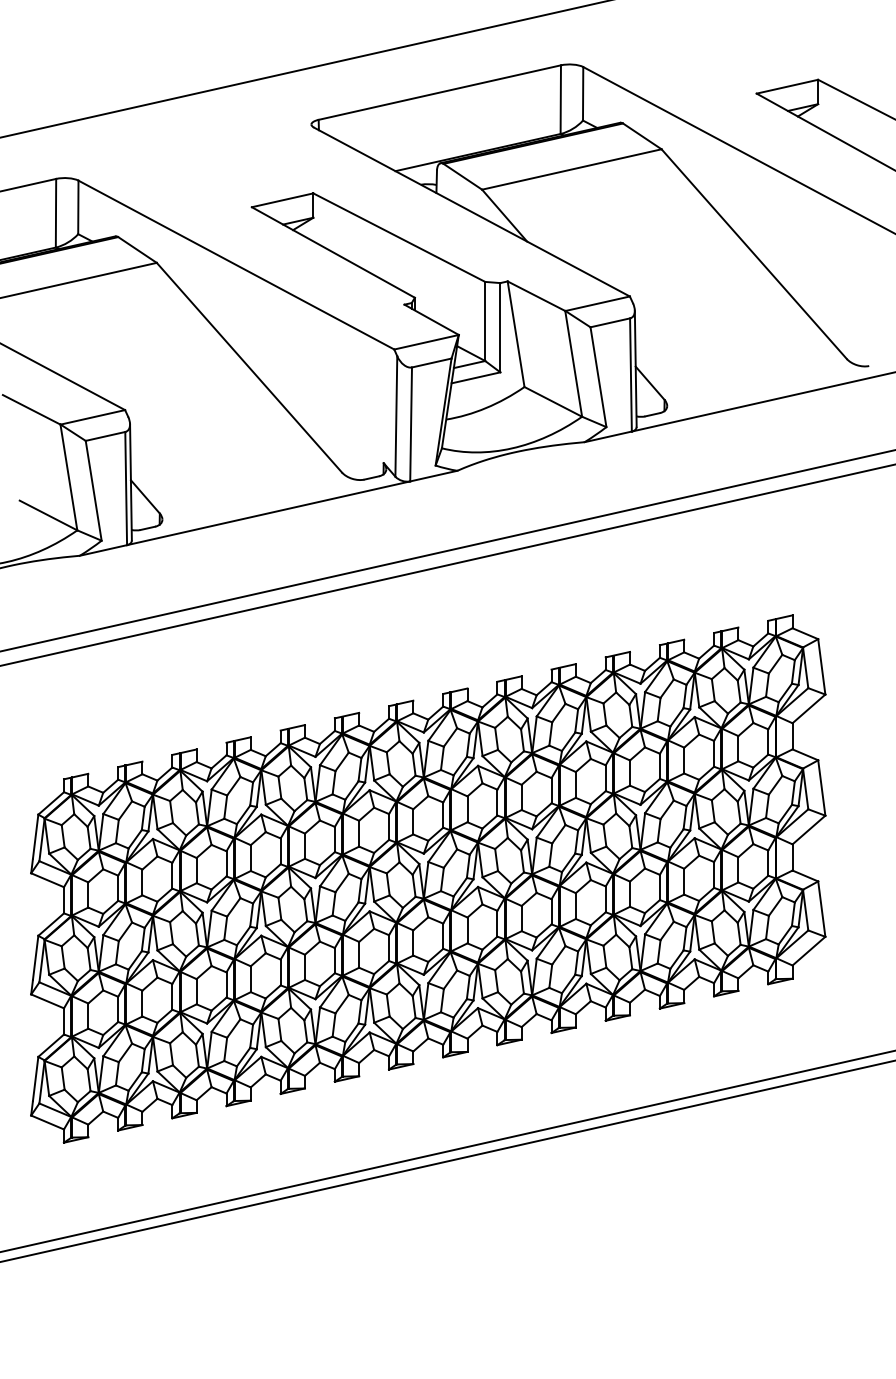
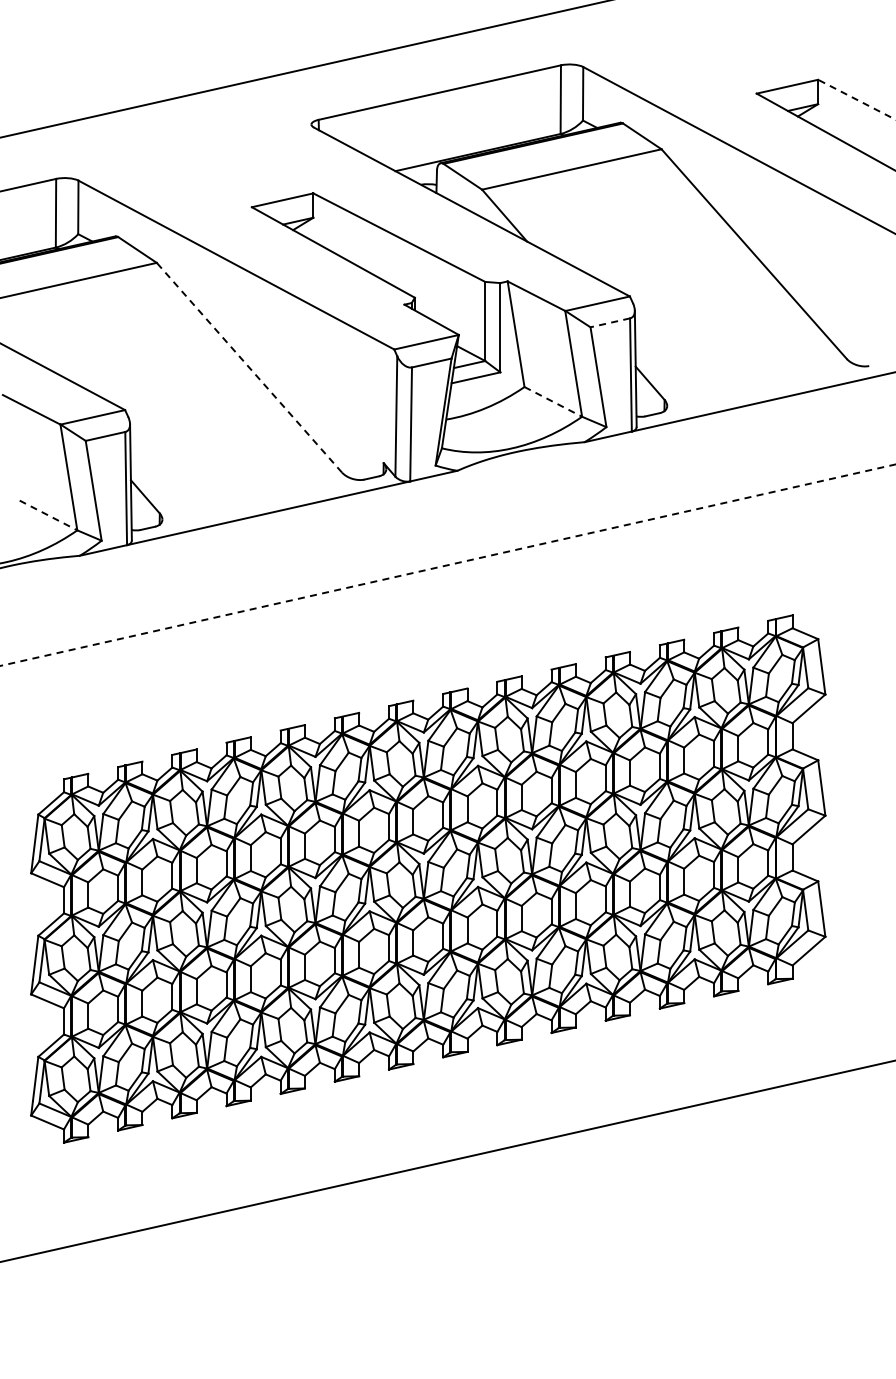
line at (856, 99): solid -> dashed
line at (609, 322): solid -> dashed
line at (249, 367): solid -> dashed
line at (553, 402): solid -> dashed
line at (48, 515): solid -> dashed
line at (447, 550): present -> none
line at (448, 565): solid -> dashed
line at (447, 1151): present -> none
